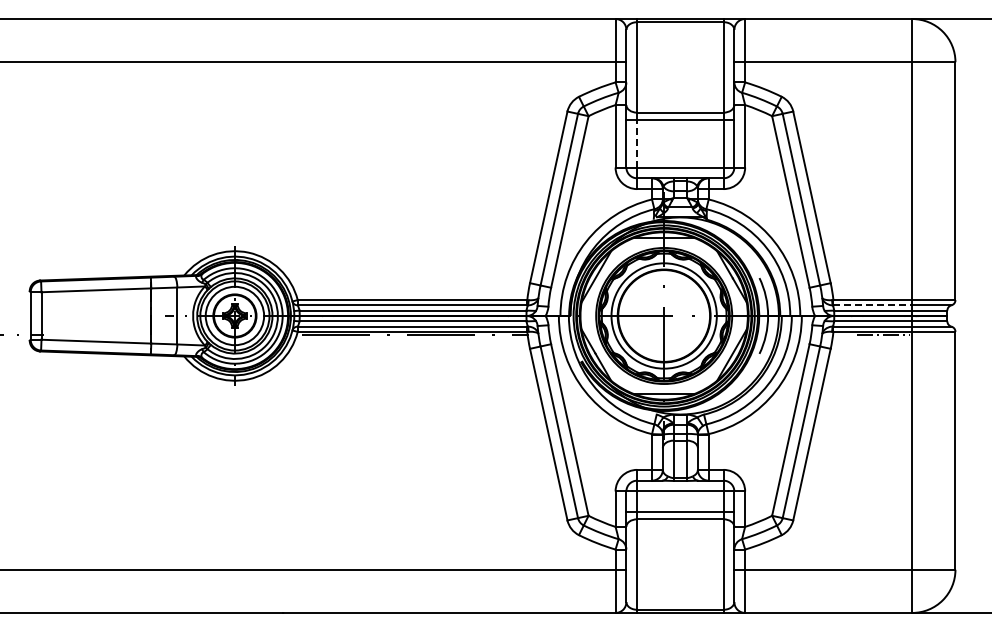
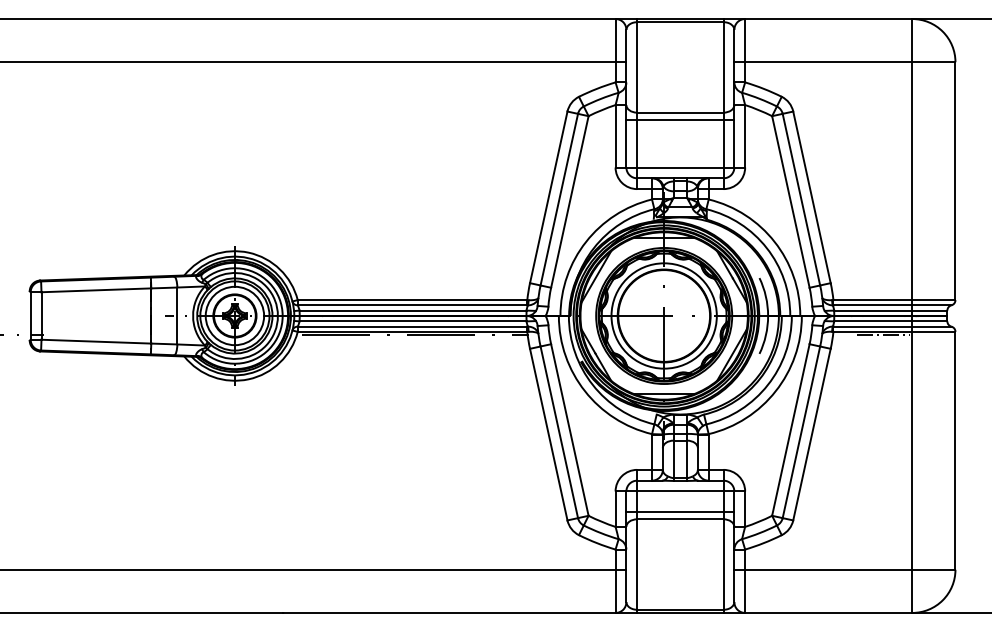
line at (637, 143): dashed -> solid
line at (873, 305): dashed -> solid
